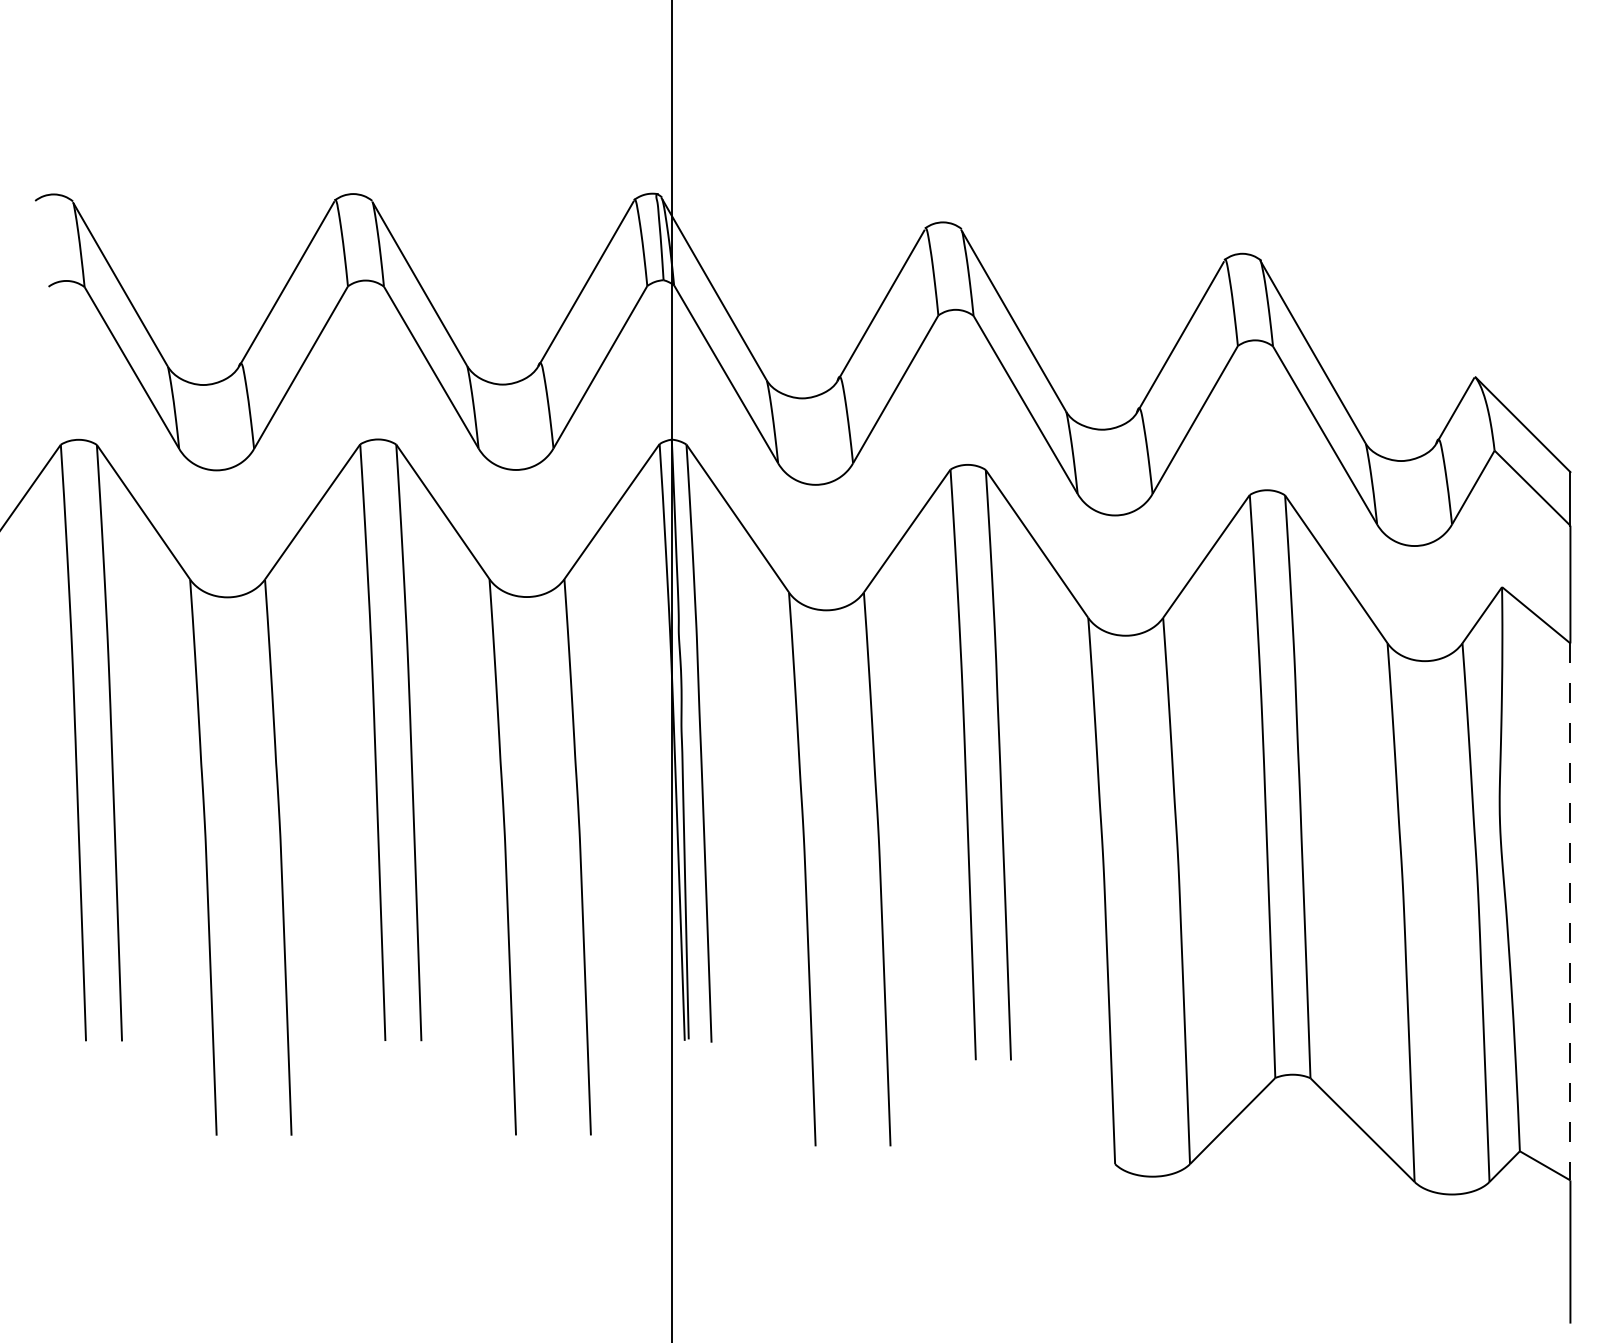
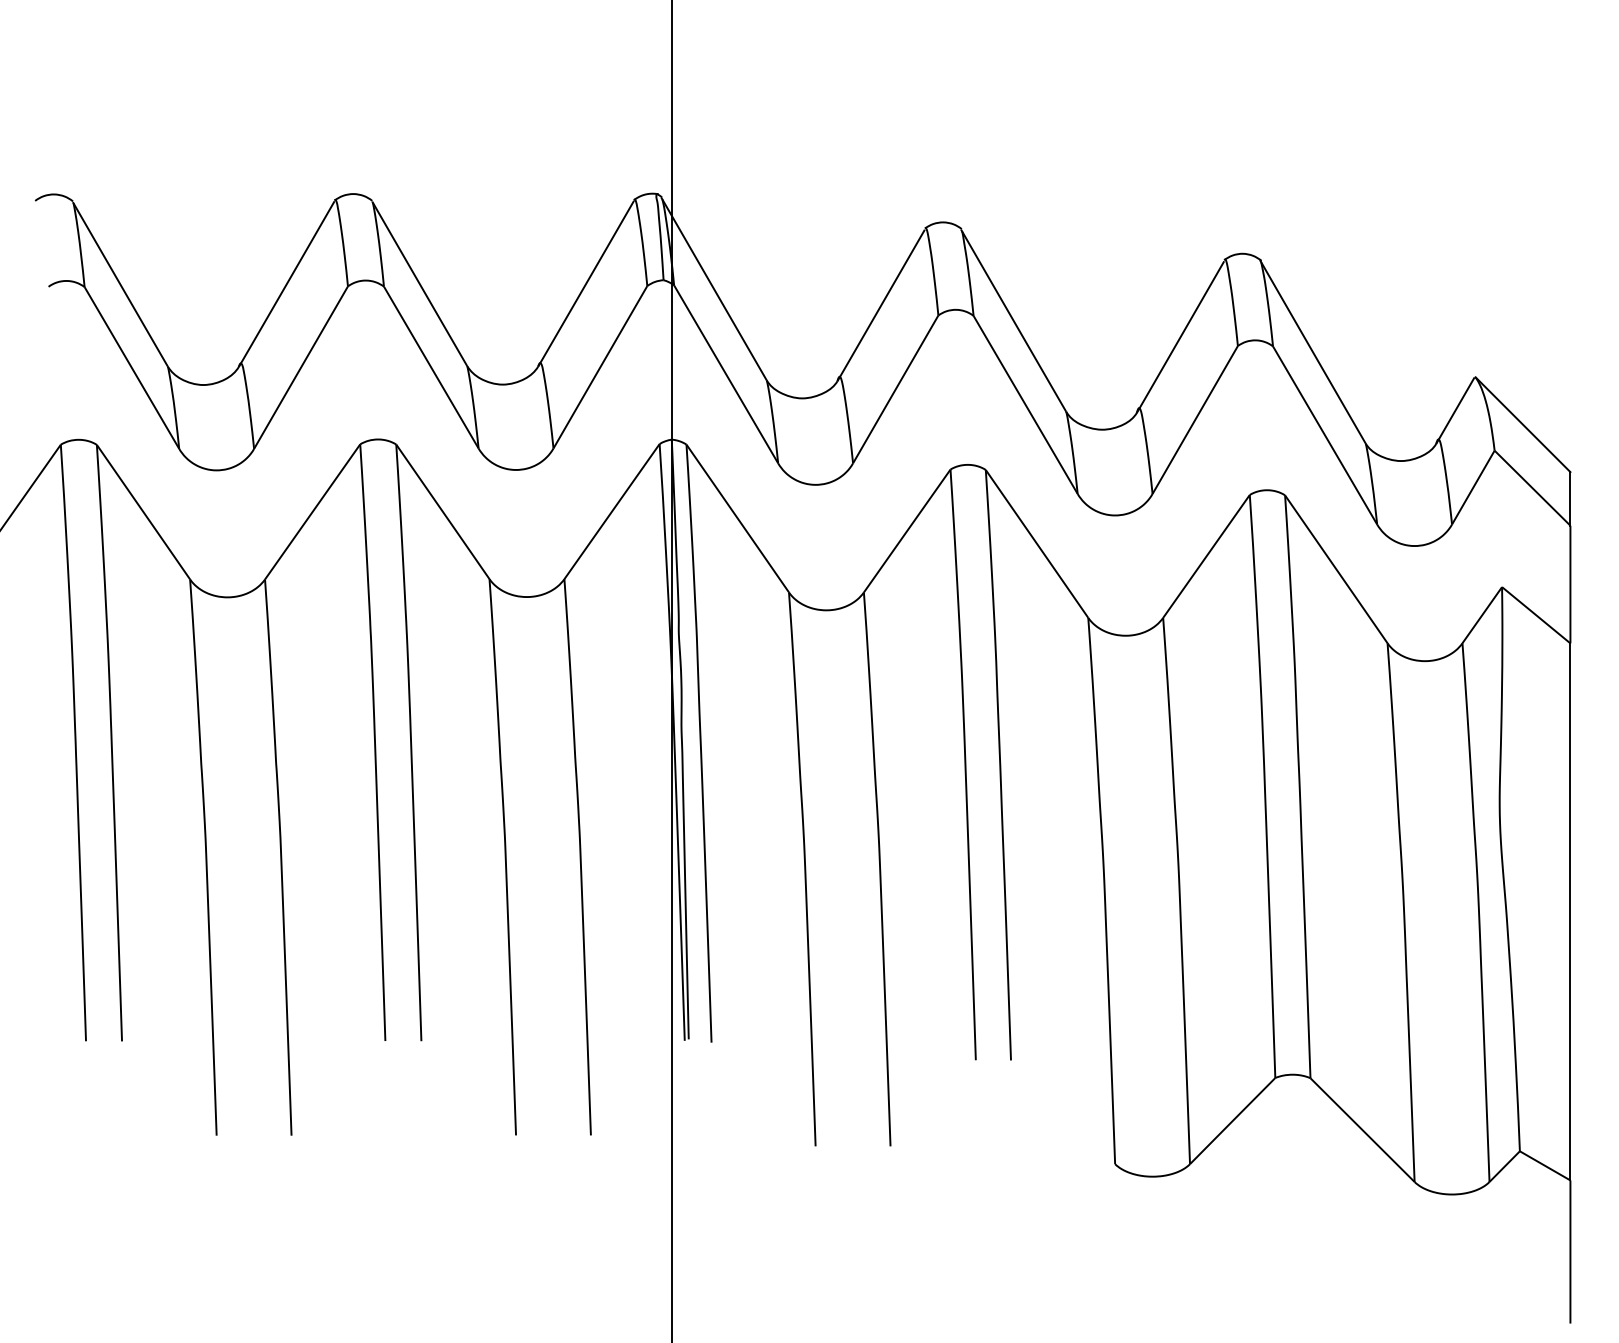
line at (1570, 911): dashed -> solid
